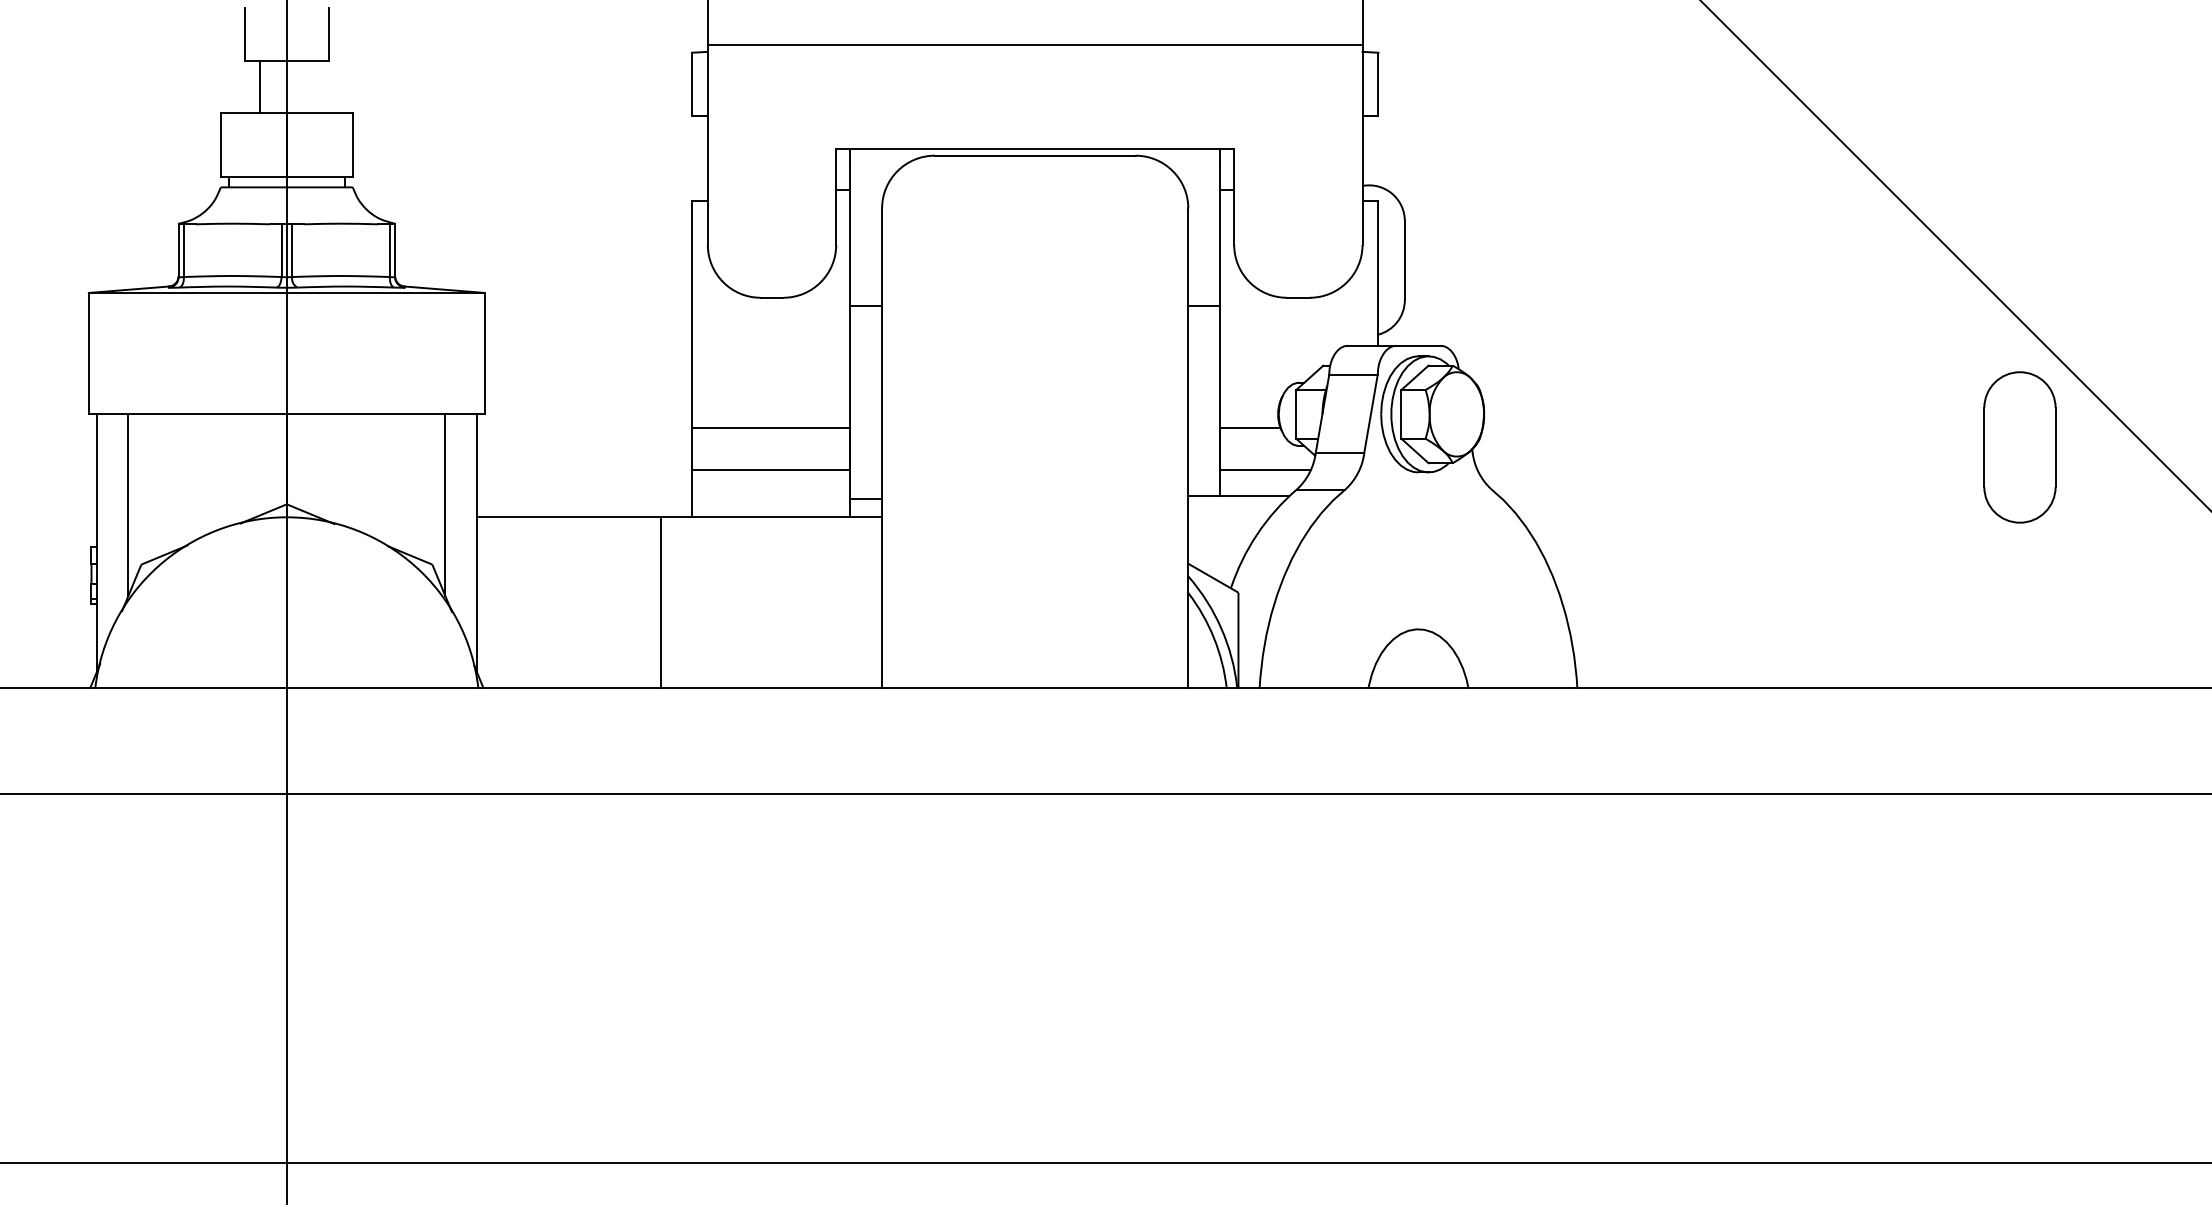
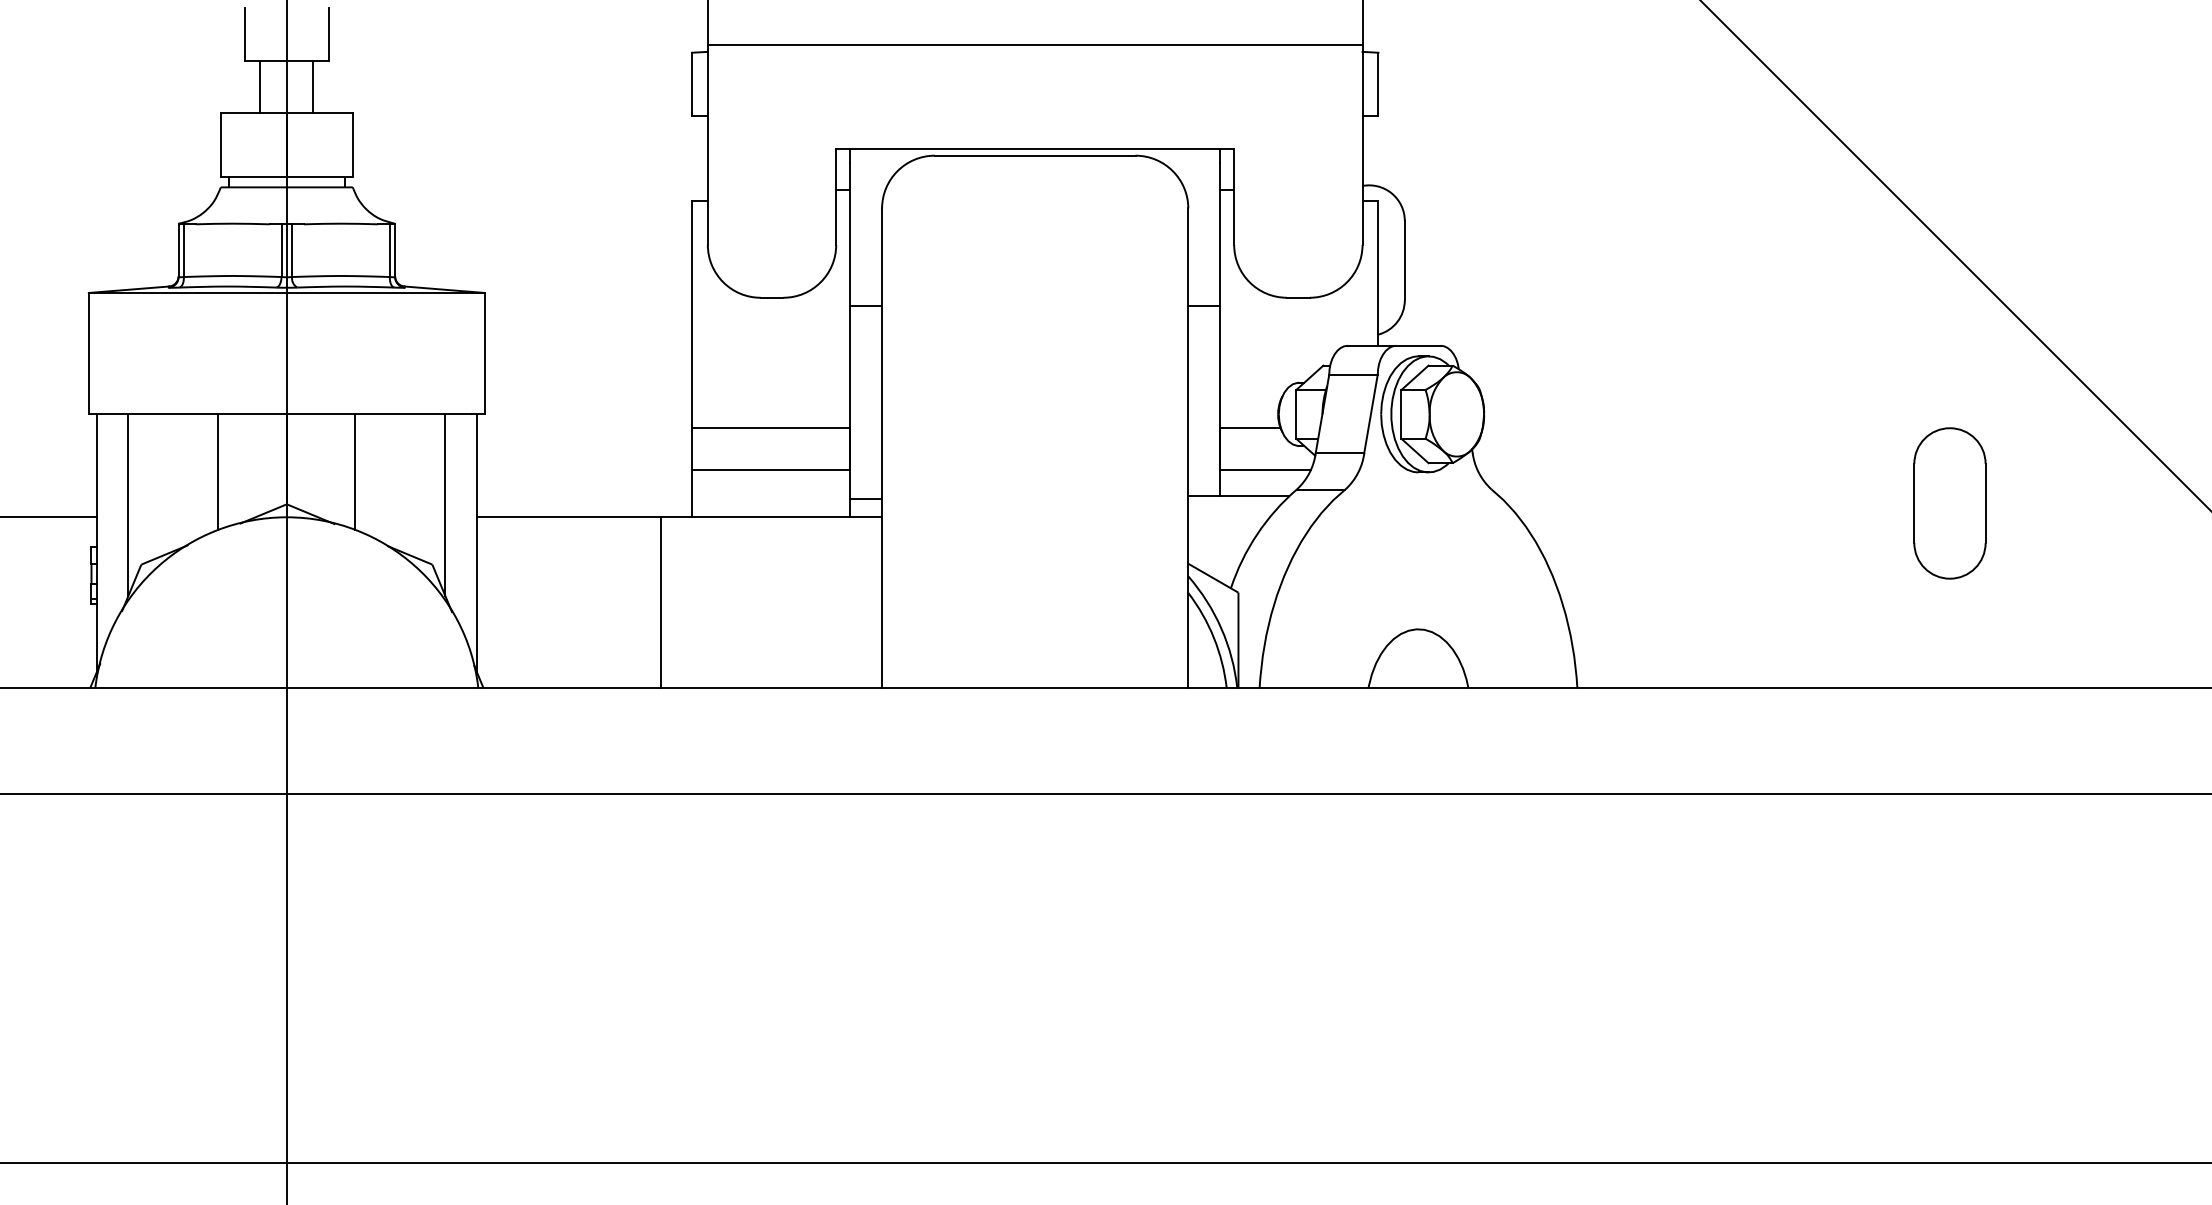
line at (313, 86): none -> present
part at (2019, 447) position: (2019, 447) -> (1949, 503)
line at (218, 471): none -> present
line at (355, 471): none -> present
line at (49, 517): none -> present
